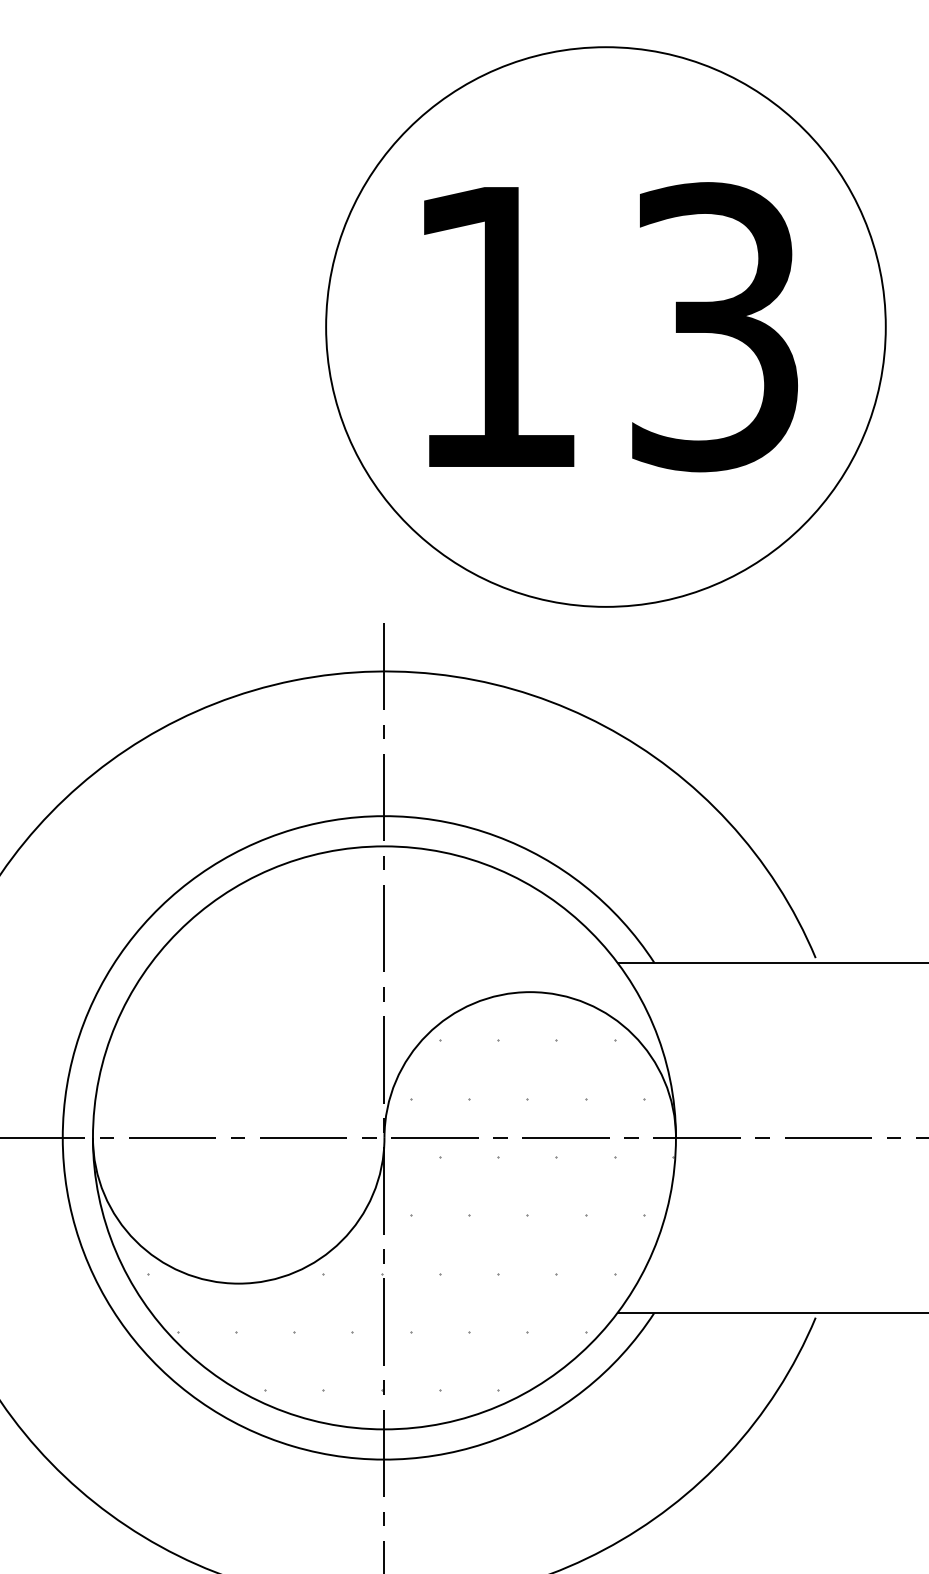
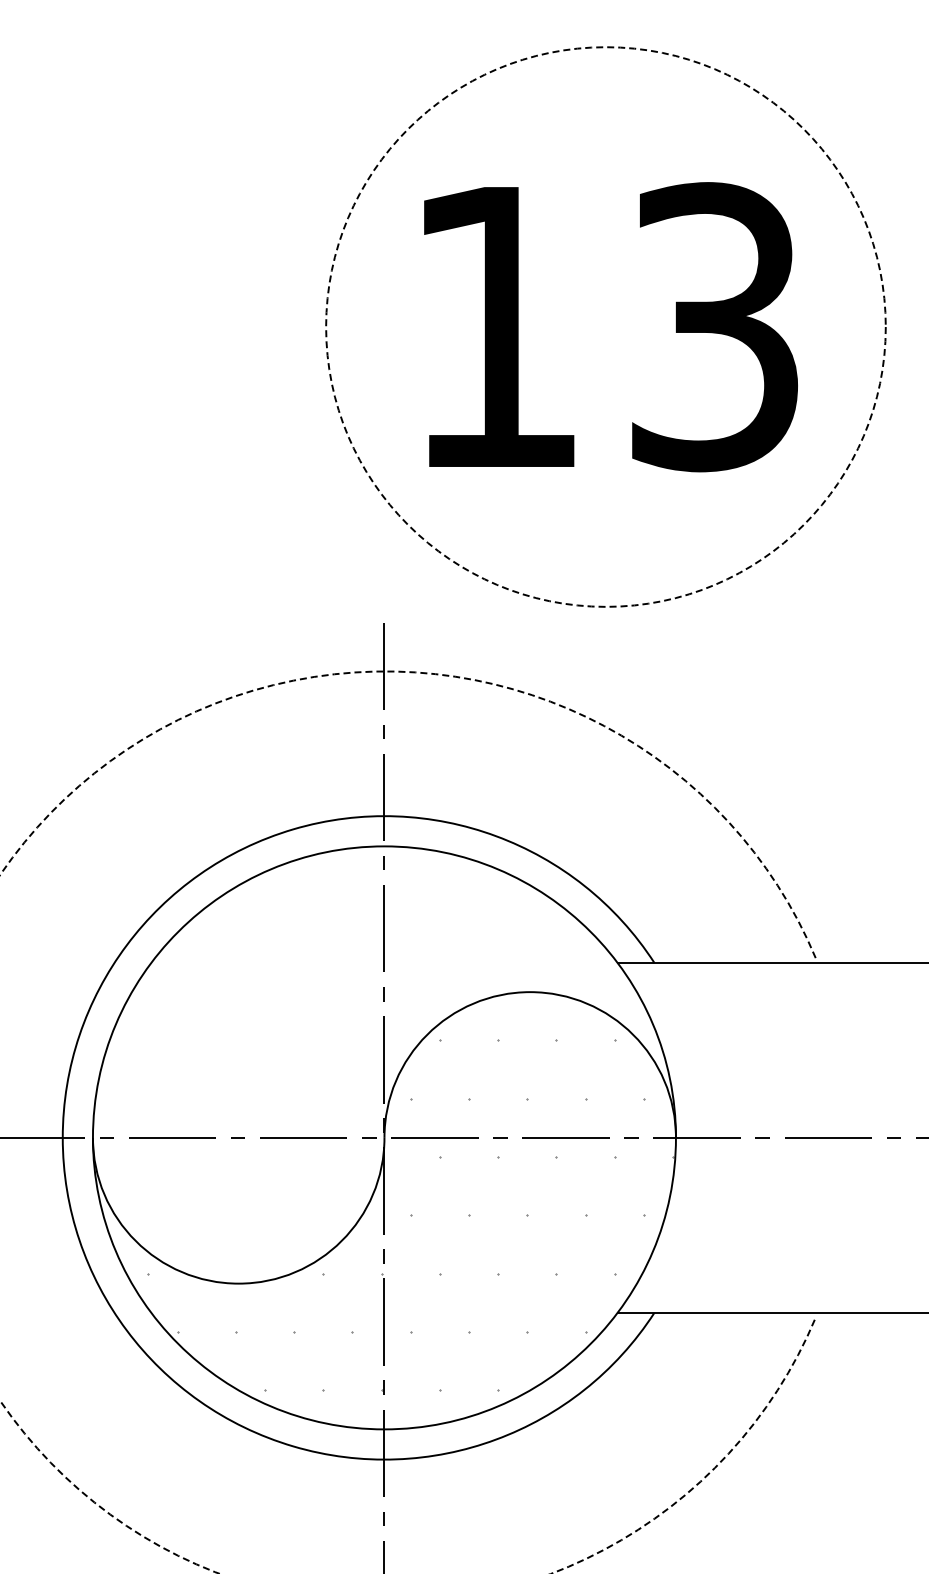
circle at (605, 326): solid -> dashed
arc at (119, 755): solid -> dashed
